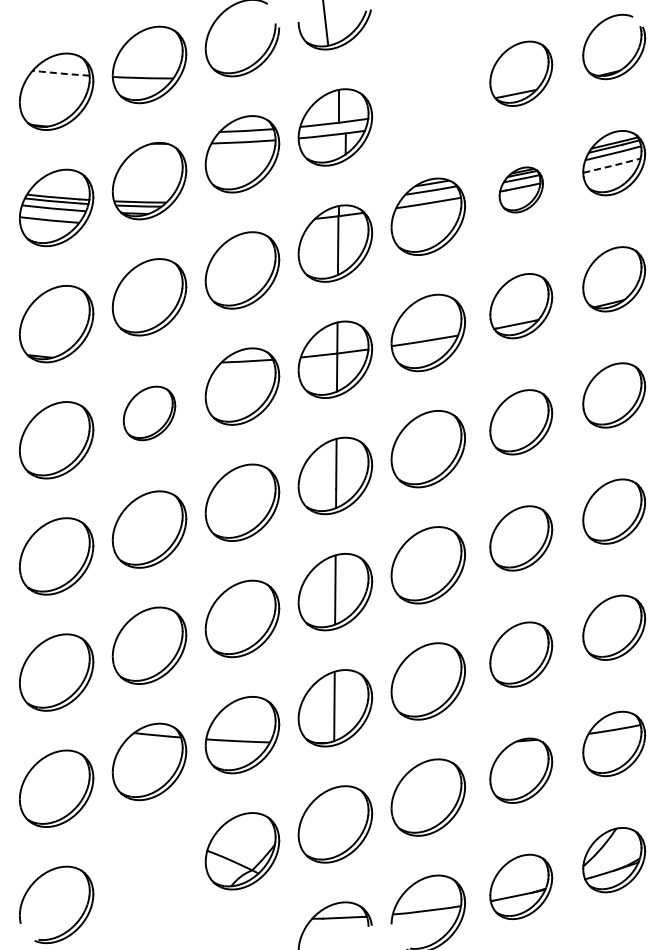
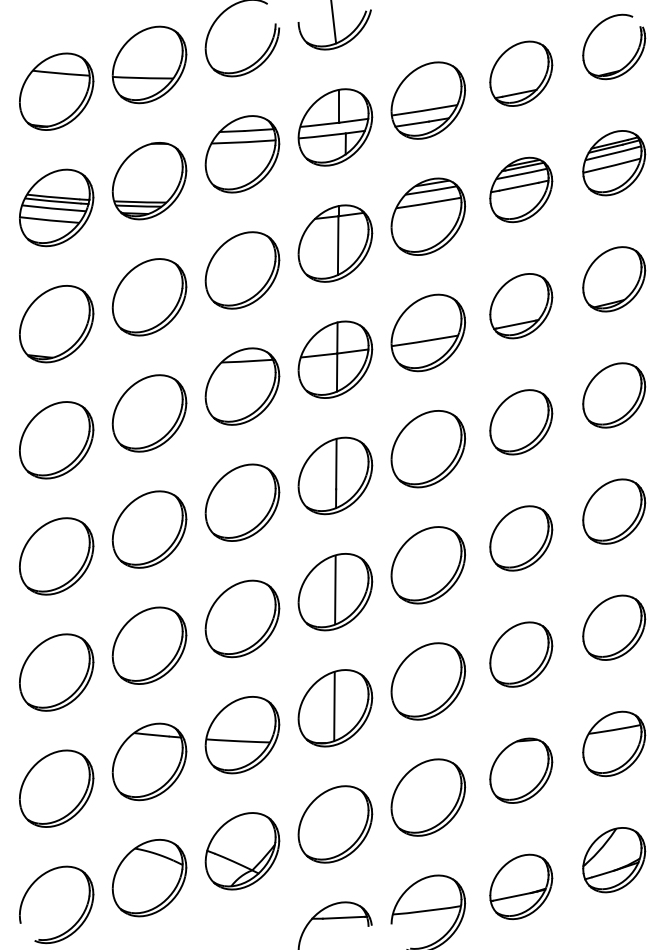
line at (325, 23) position: (325, 23) -> (333, 22)
line at (61, 73): dashed -> solid
part at (428, 100): none -> present
line at (612, 165): dashed -> solid
part at (520, 189) size: 46x48 px -> 65x68 px
part at (149, 413) size: 55x57 px -> 77x79 px
part at (149, 878): none -> present
